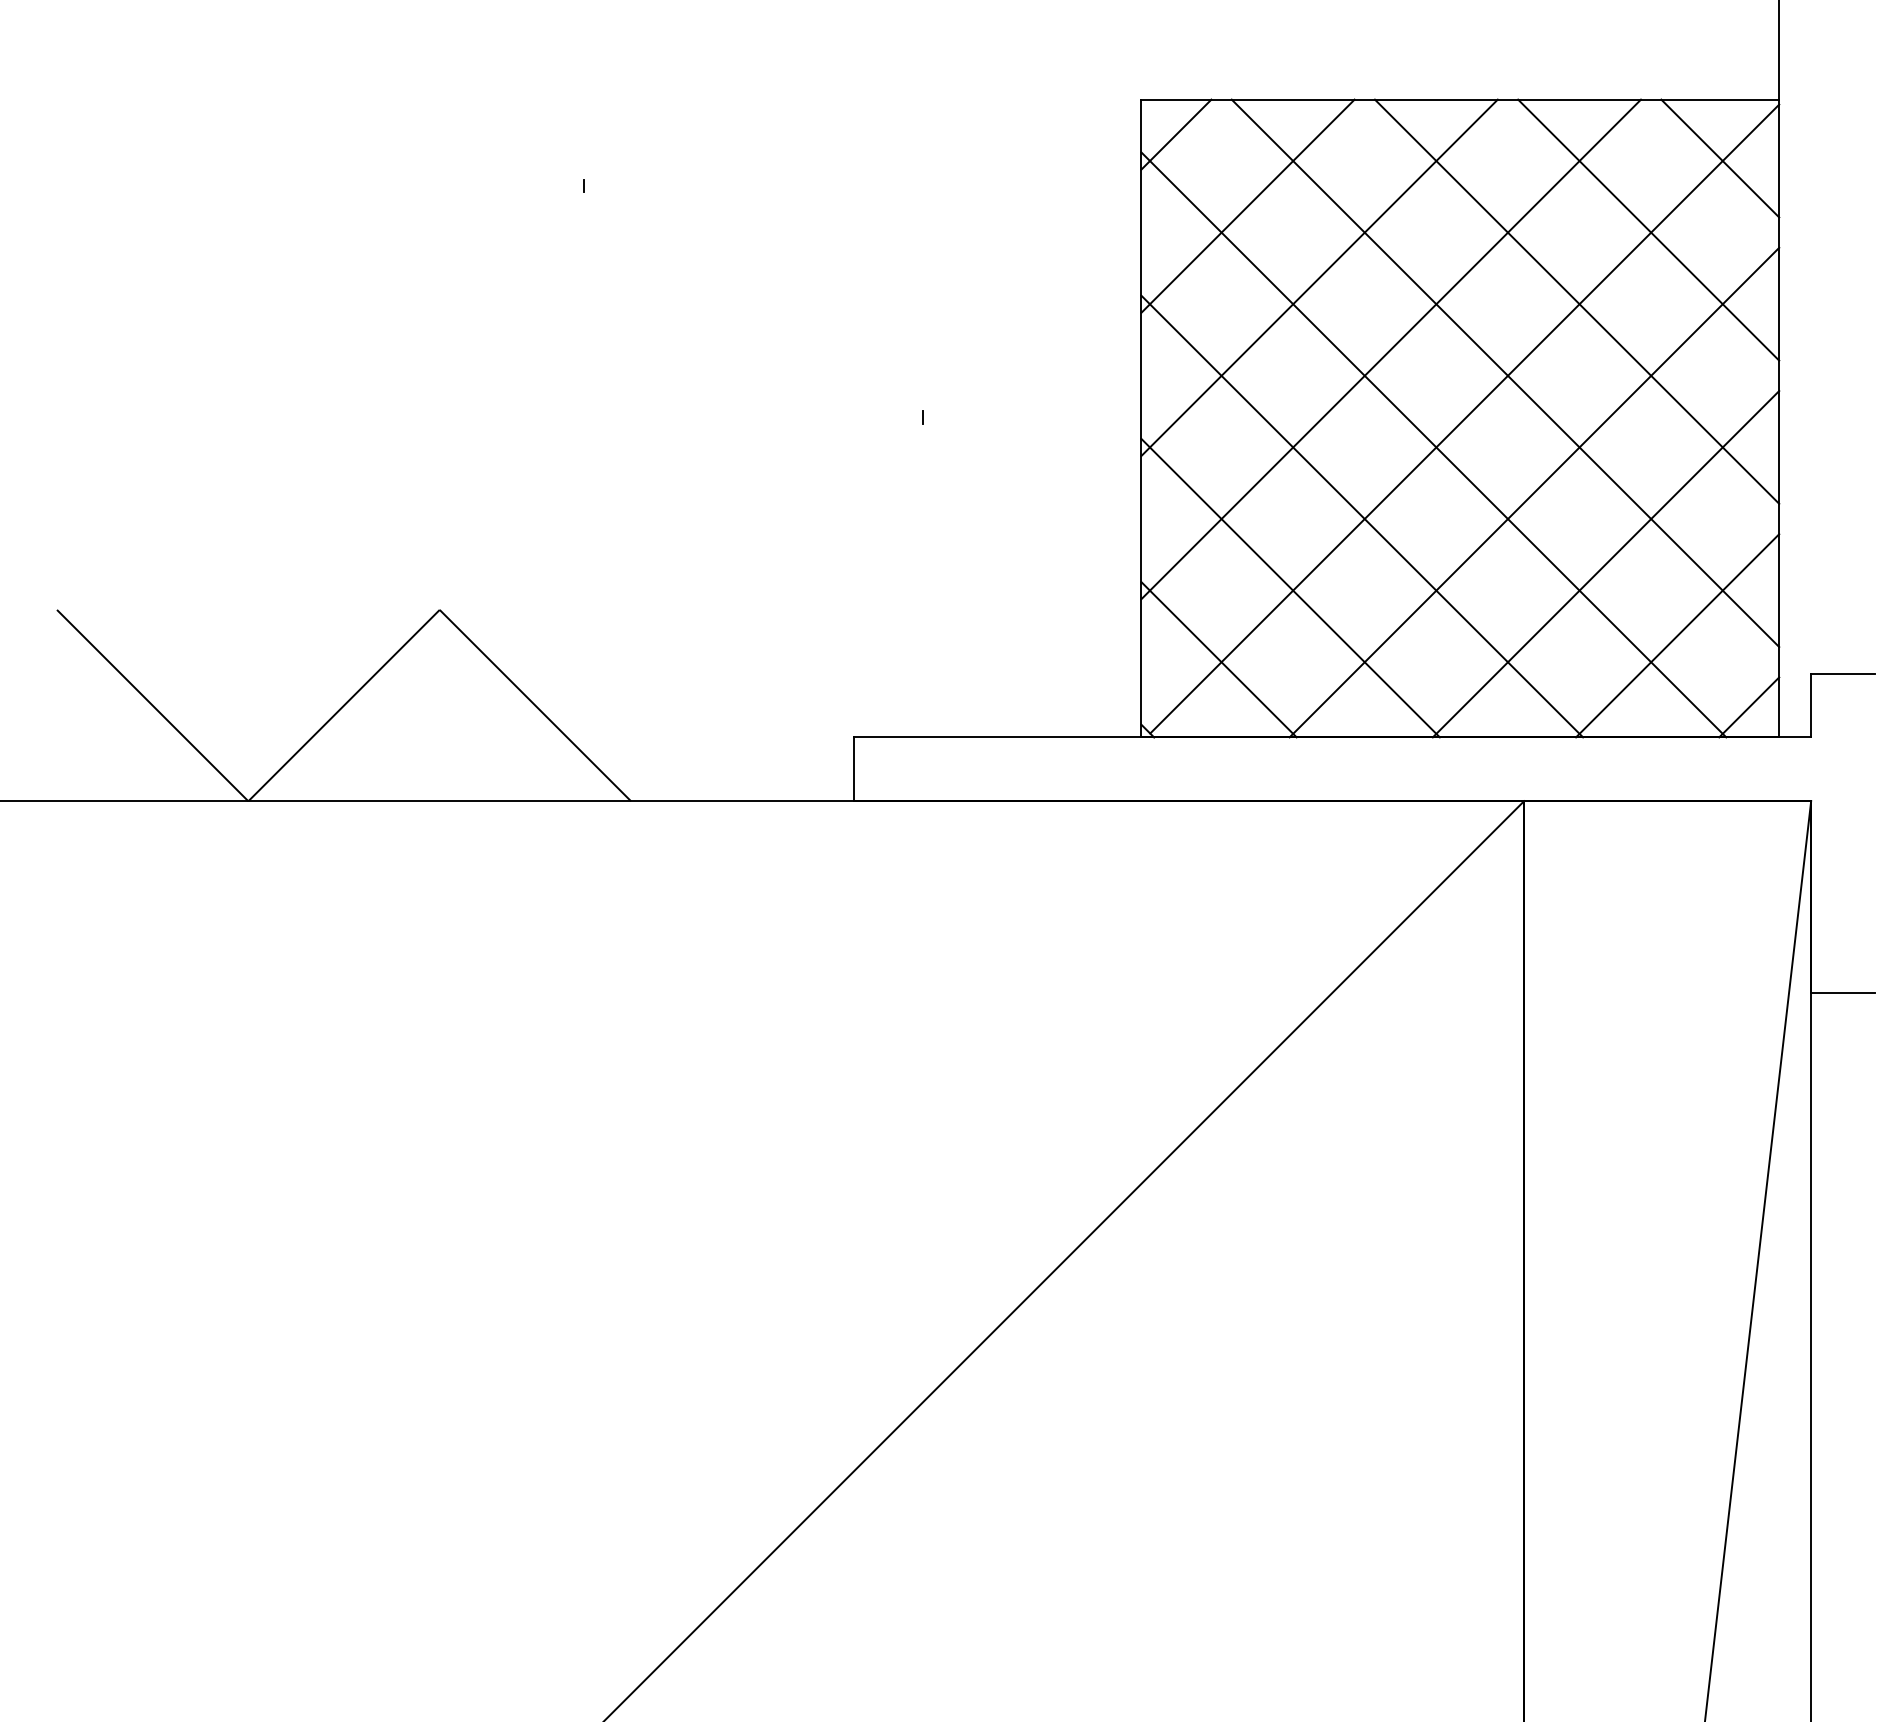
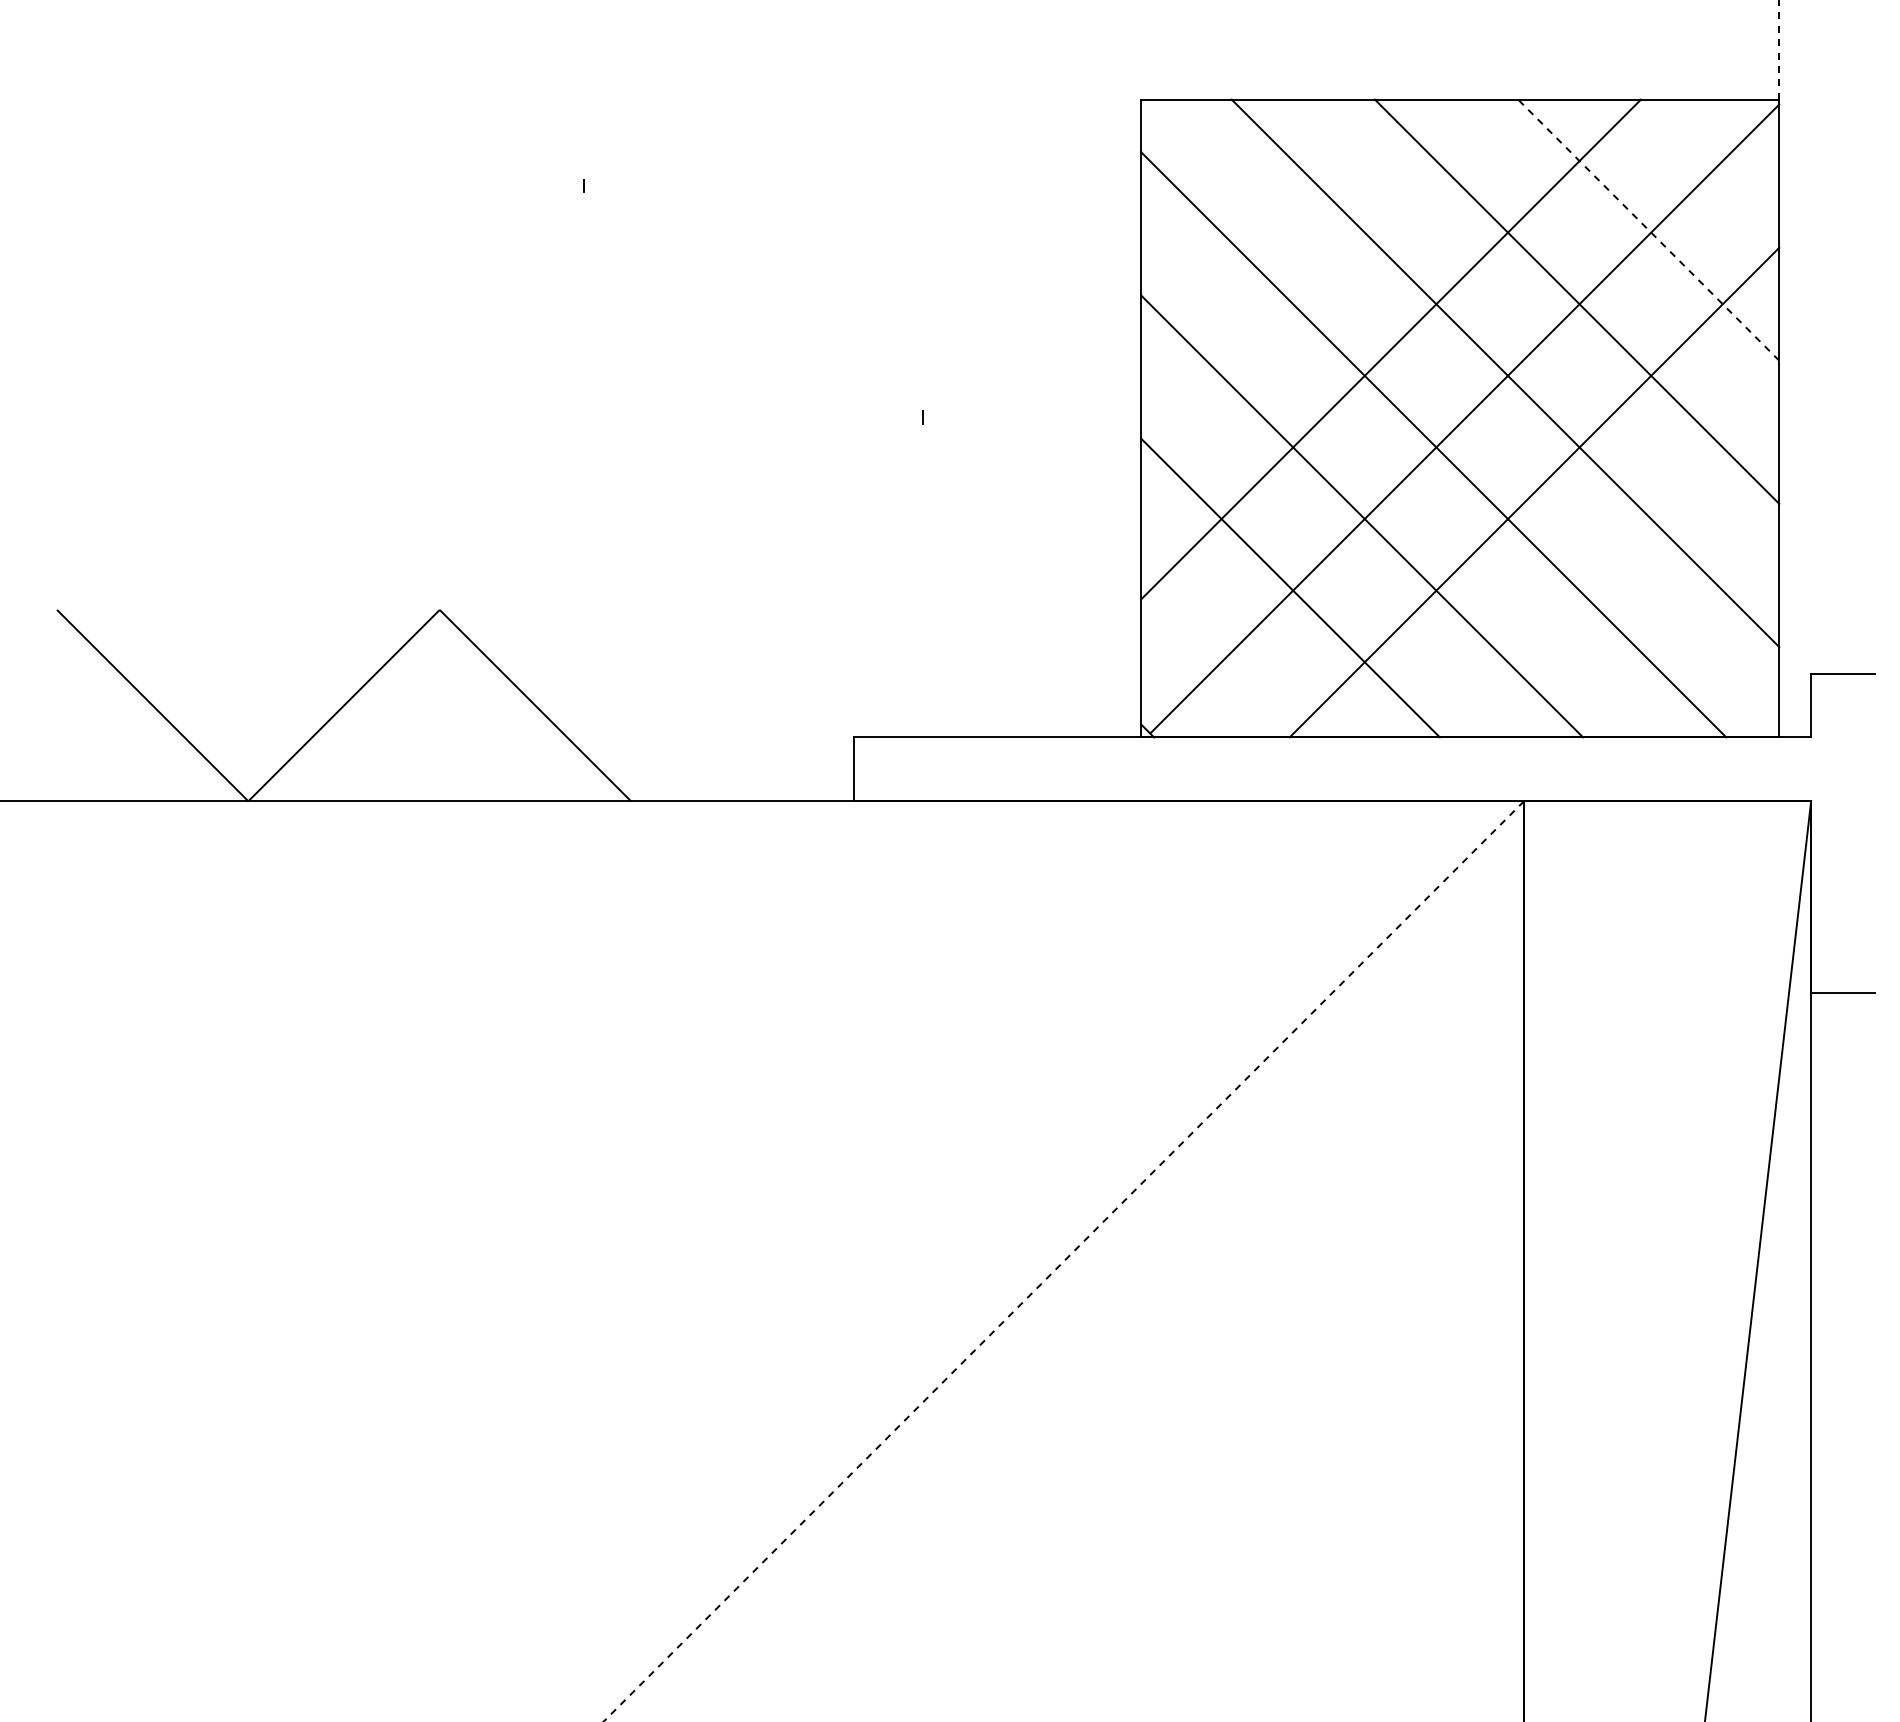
line at (1779, 49): solid -> dashed
line at (1176, 134): present -> none
line at (1720, 158): present -> none
line at (1247, 205): present -> none
line at (1648, 230): solid -> dashed
line at (1319, 277): present -> none
line at (1605, 564): present -> none
line at (1677, 635): present -> none
line at (1218, 659): present -> none
line at (1749, 707): present -> none
line at (1063, 1261): solid -> dashed
